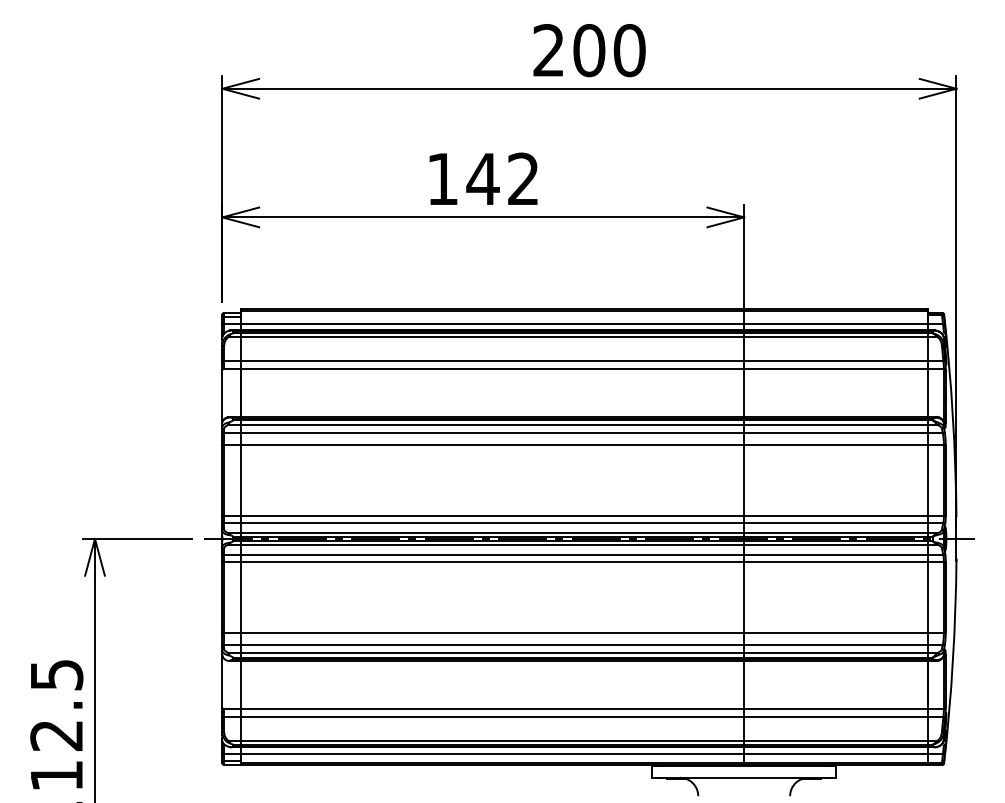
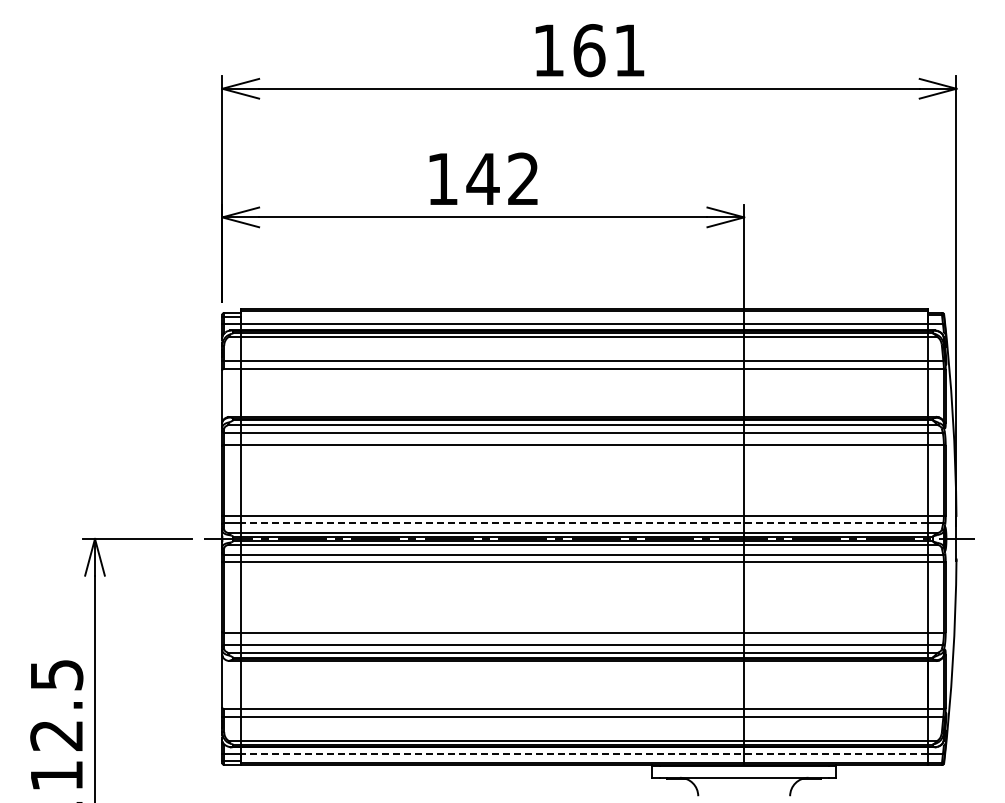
text at (589, 50): 200 -> 161
line at (584, 522): solid -> dashed
line at (584, 753): solid -> dashed
